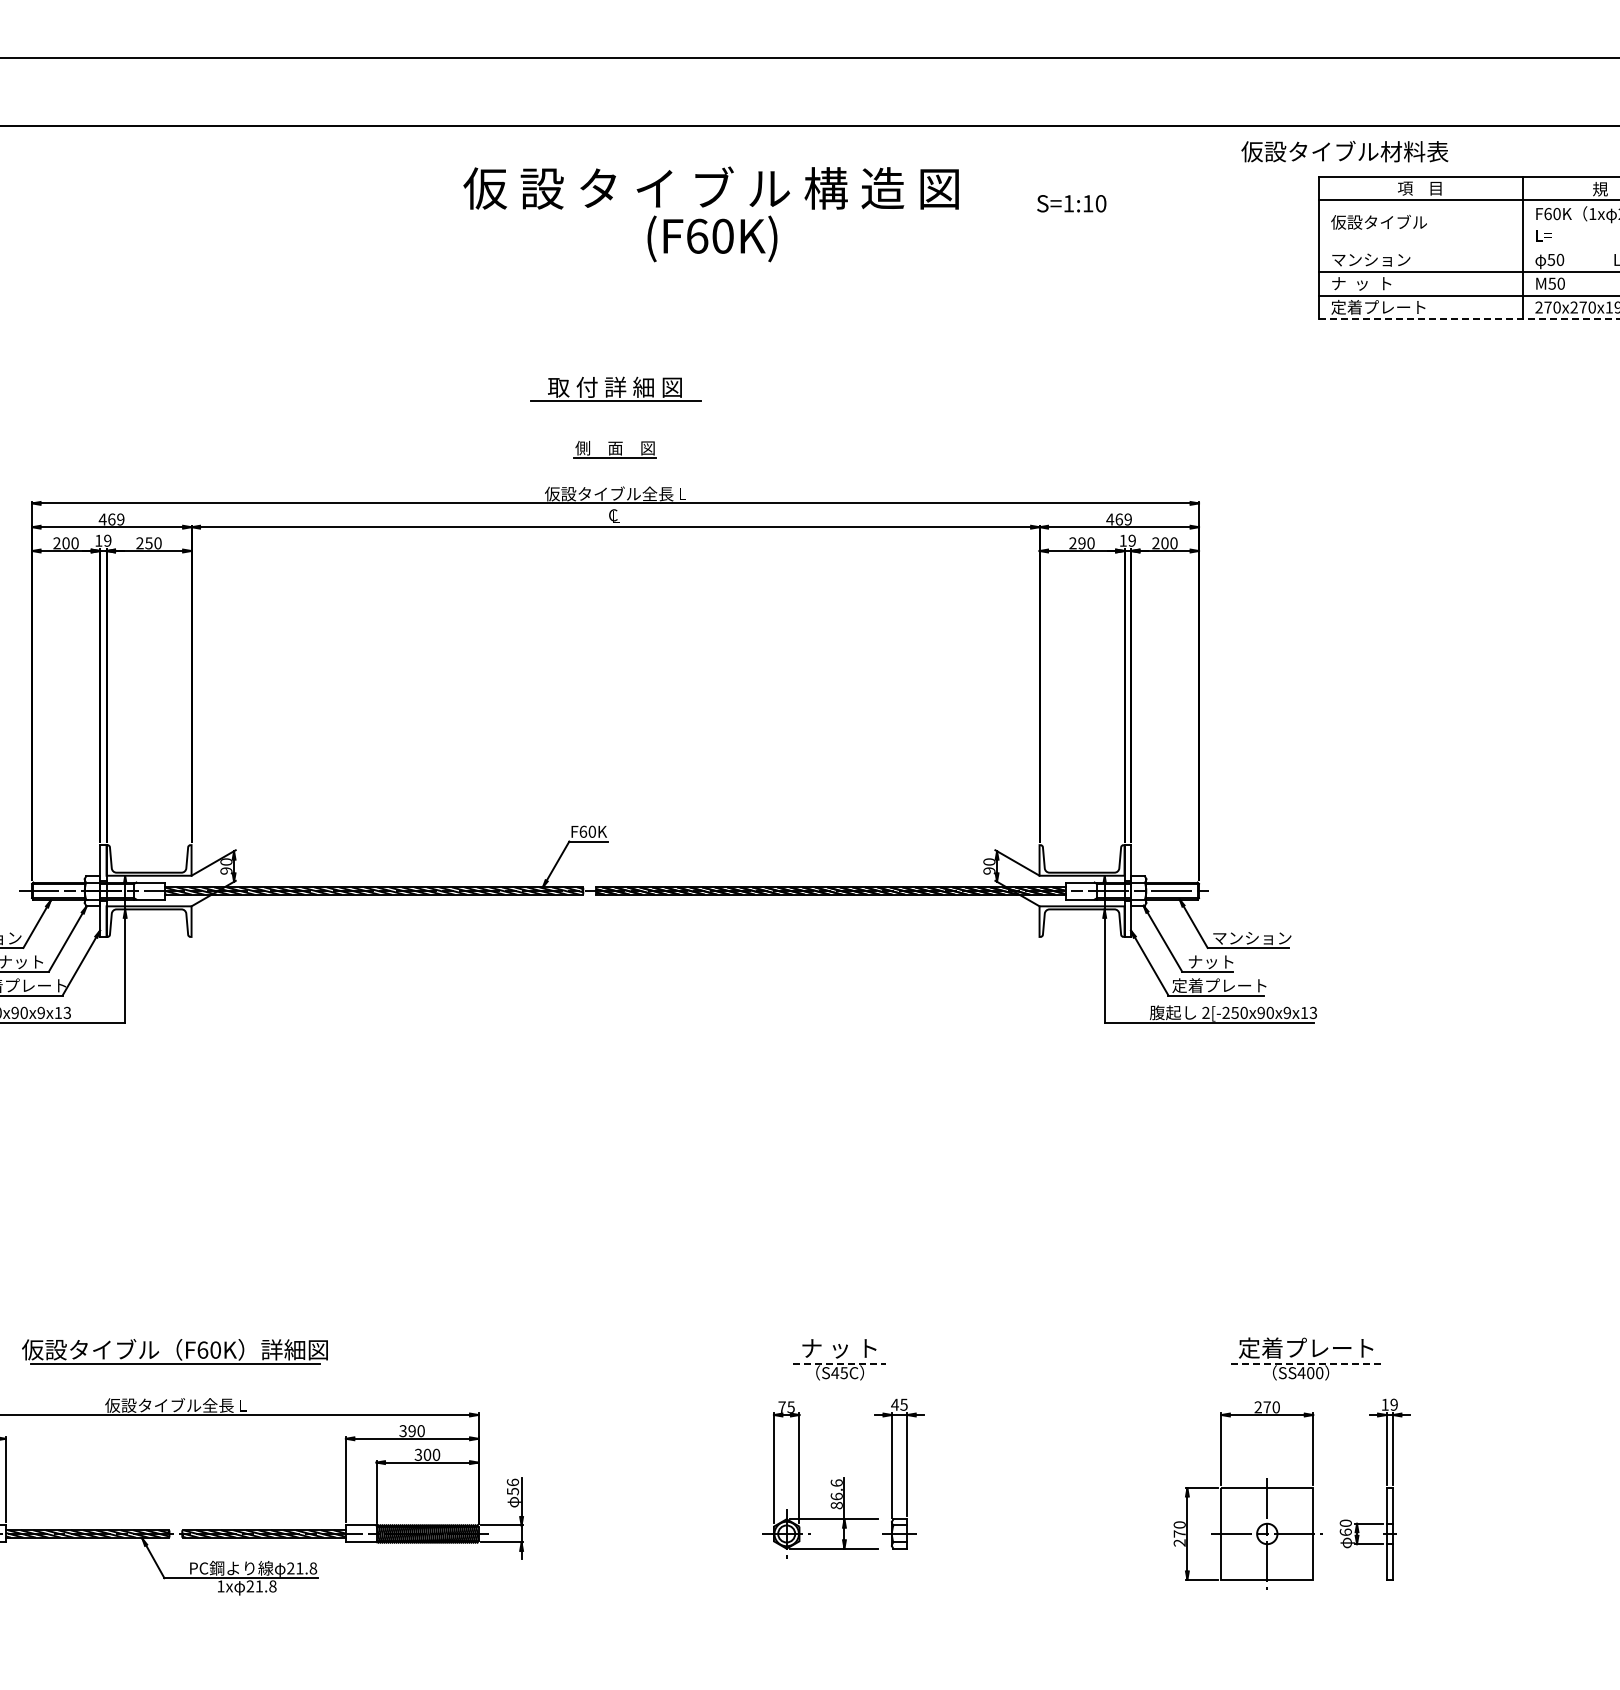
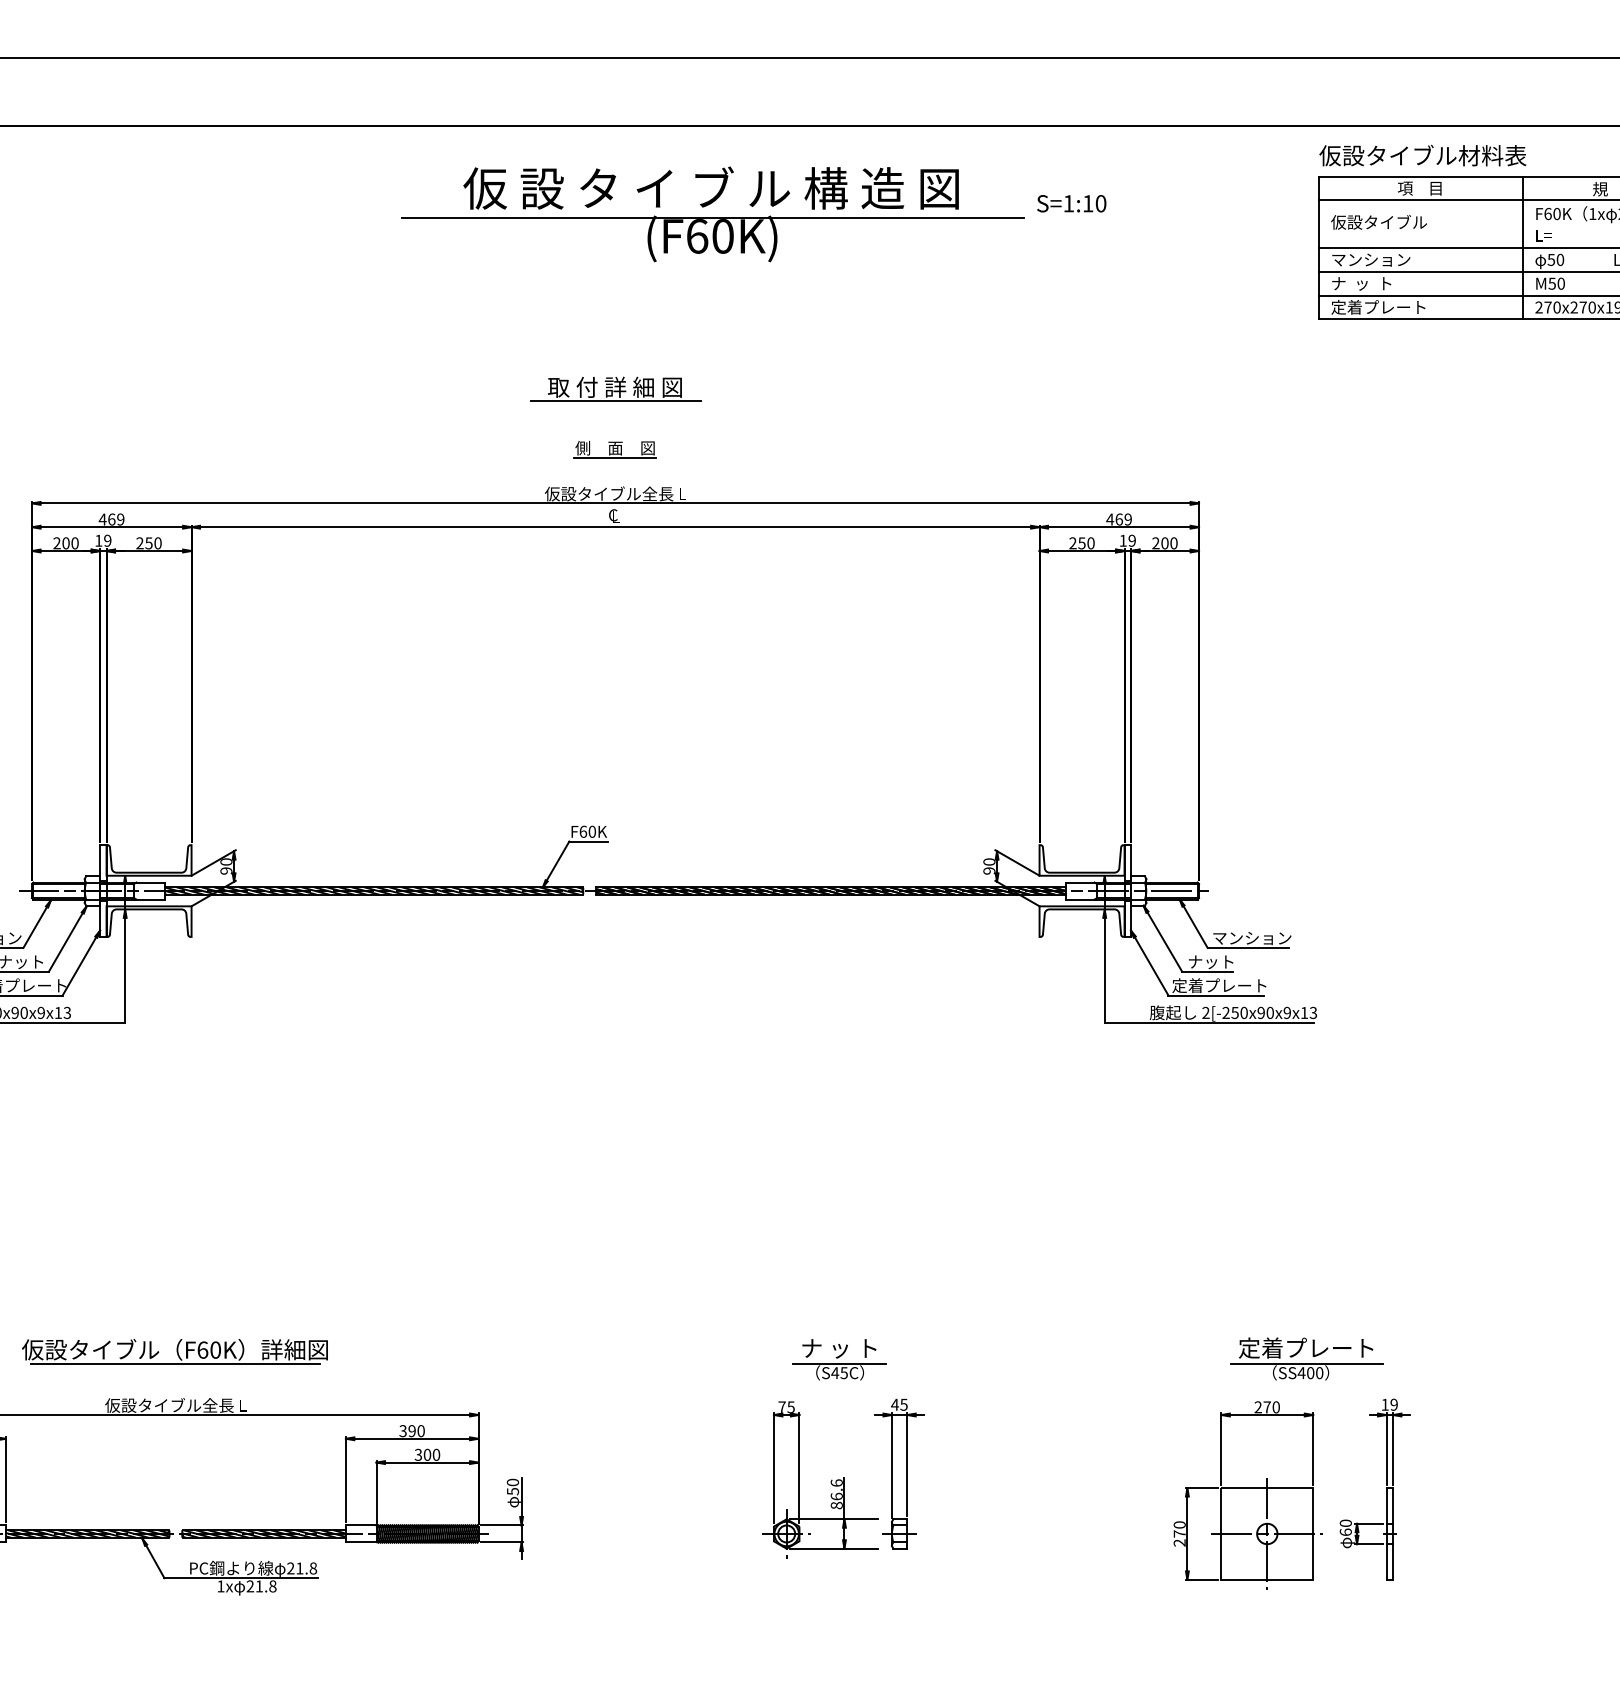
text at (1344, 151) position: (1344, 151) -> (1422, 155)
line at (712, 217): none -> present
line at (1467, 248): none -> present
line at (1469, 319): dashed -> solid
text at (1081, 543): 290 -> 250
line at (839, 1363): dashed -> solid
line at (1307, 1363): dashed -> solid
text at (512, 1482): 56 -> 50
